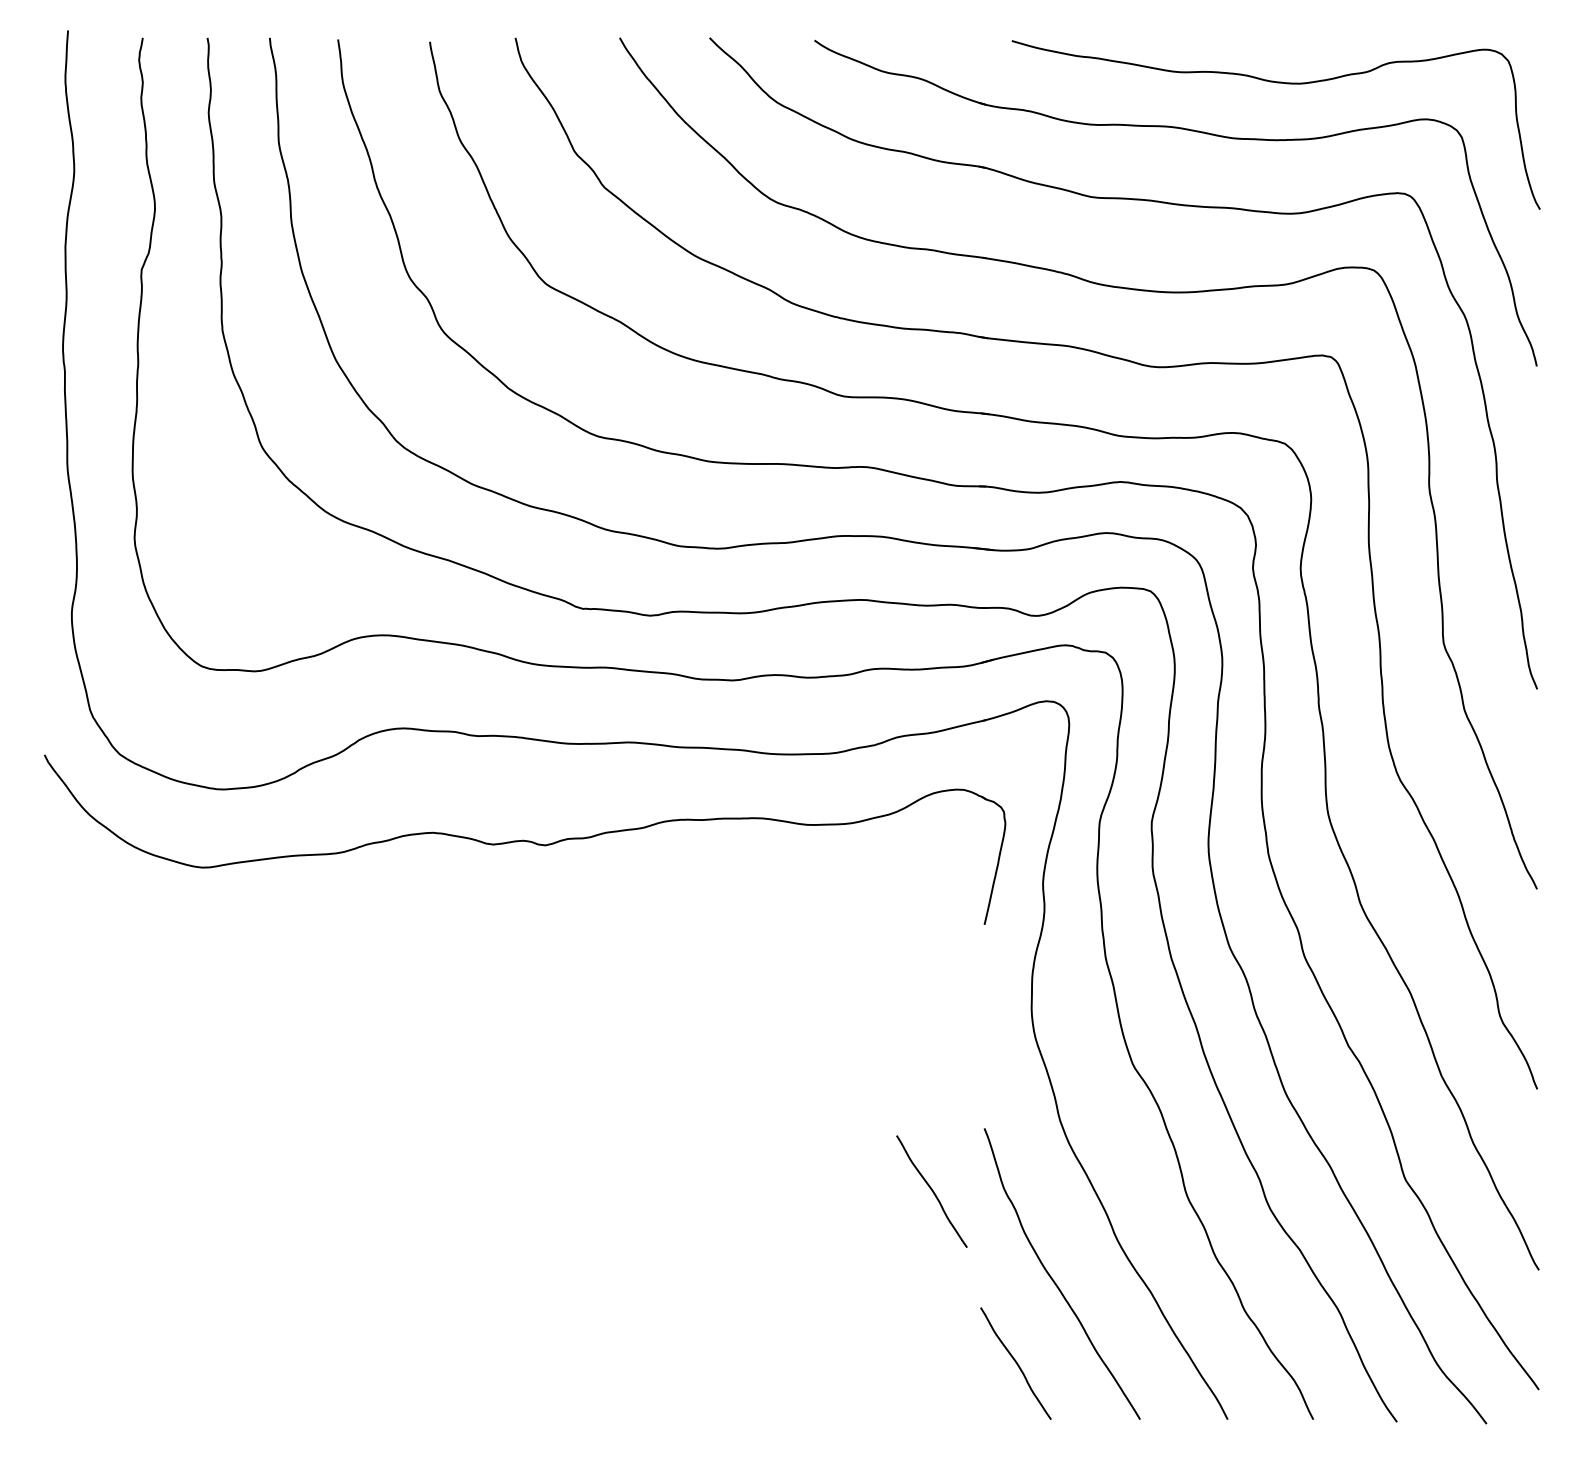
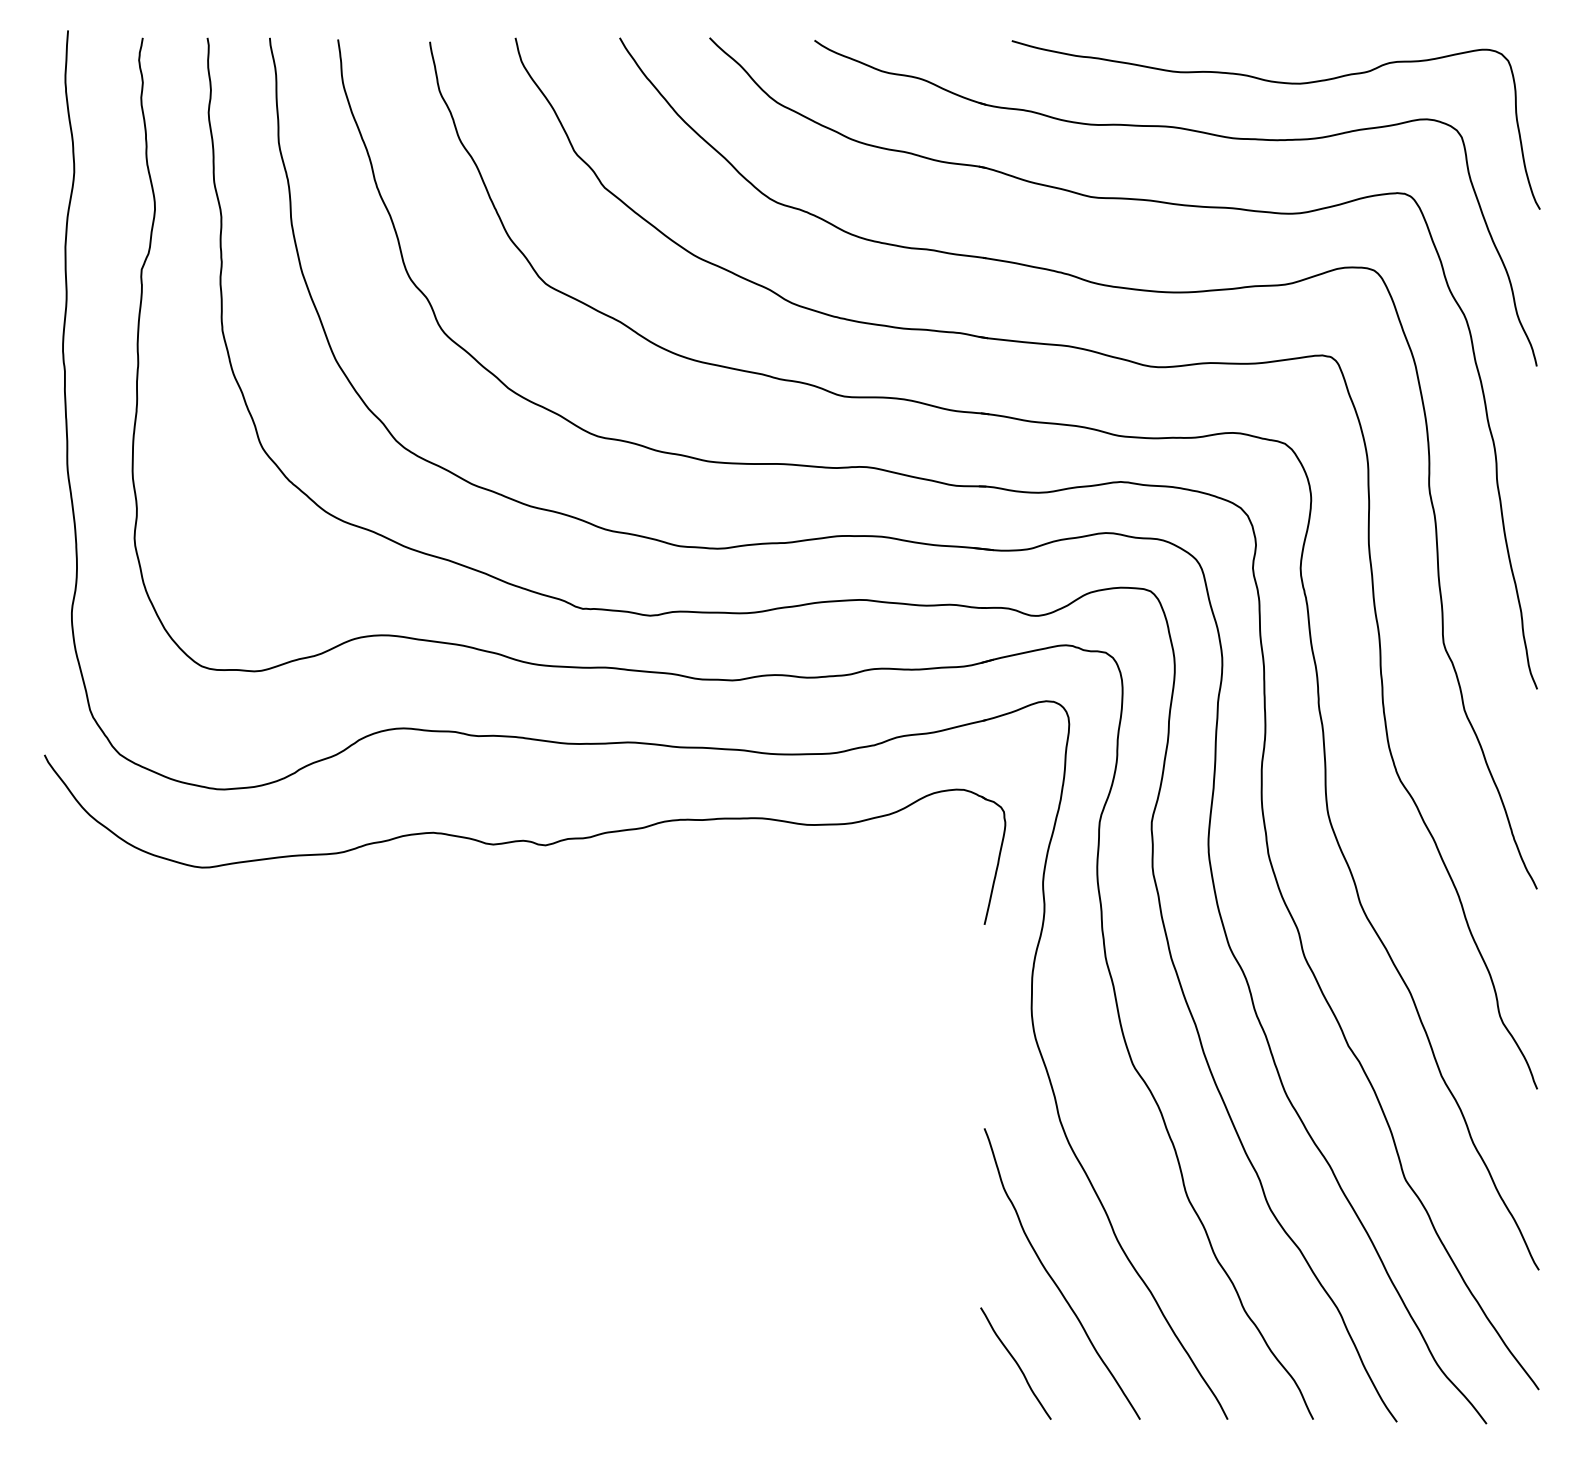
curve at (931, 1191): present -> none
